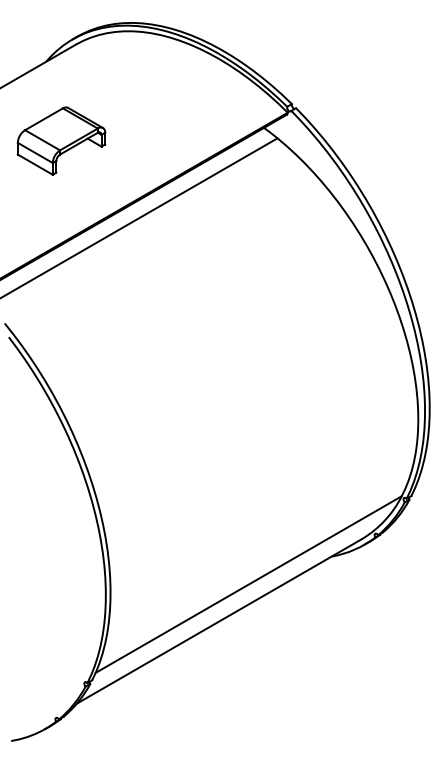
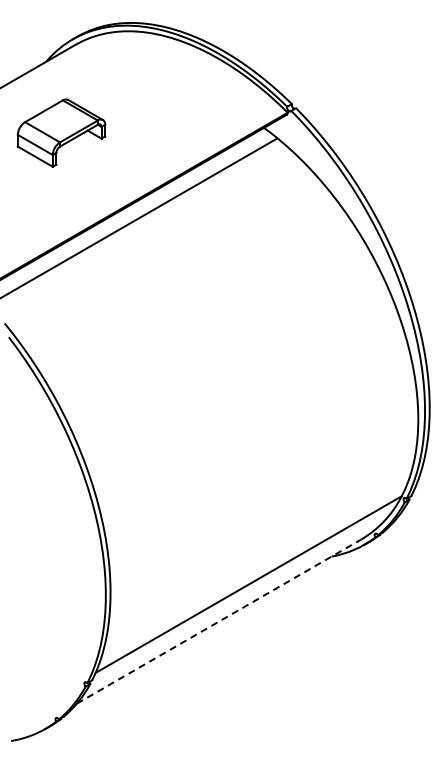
part at (61, 140) position: (61, 140) -> (61, 132)
line at (219, 621): solid -> dashed
